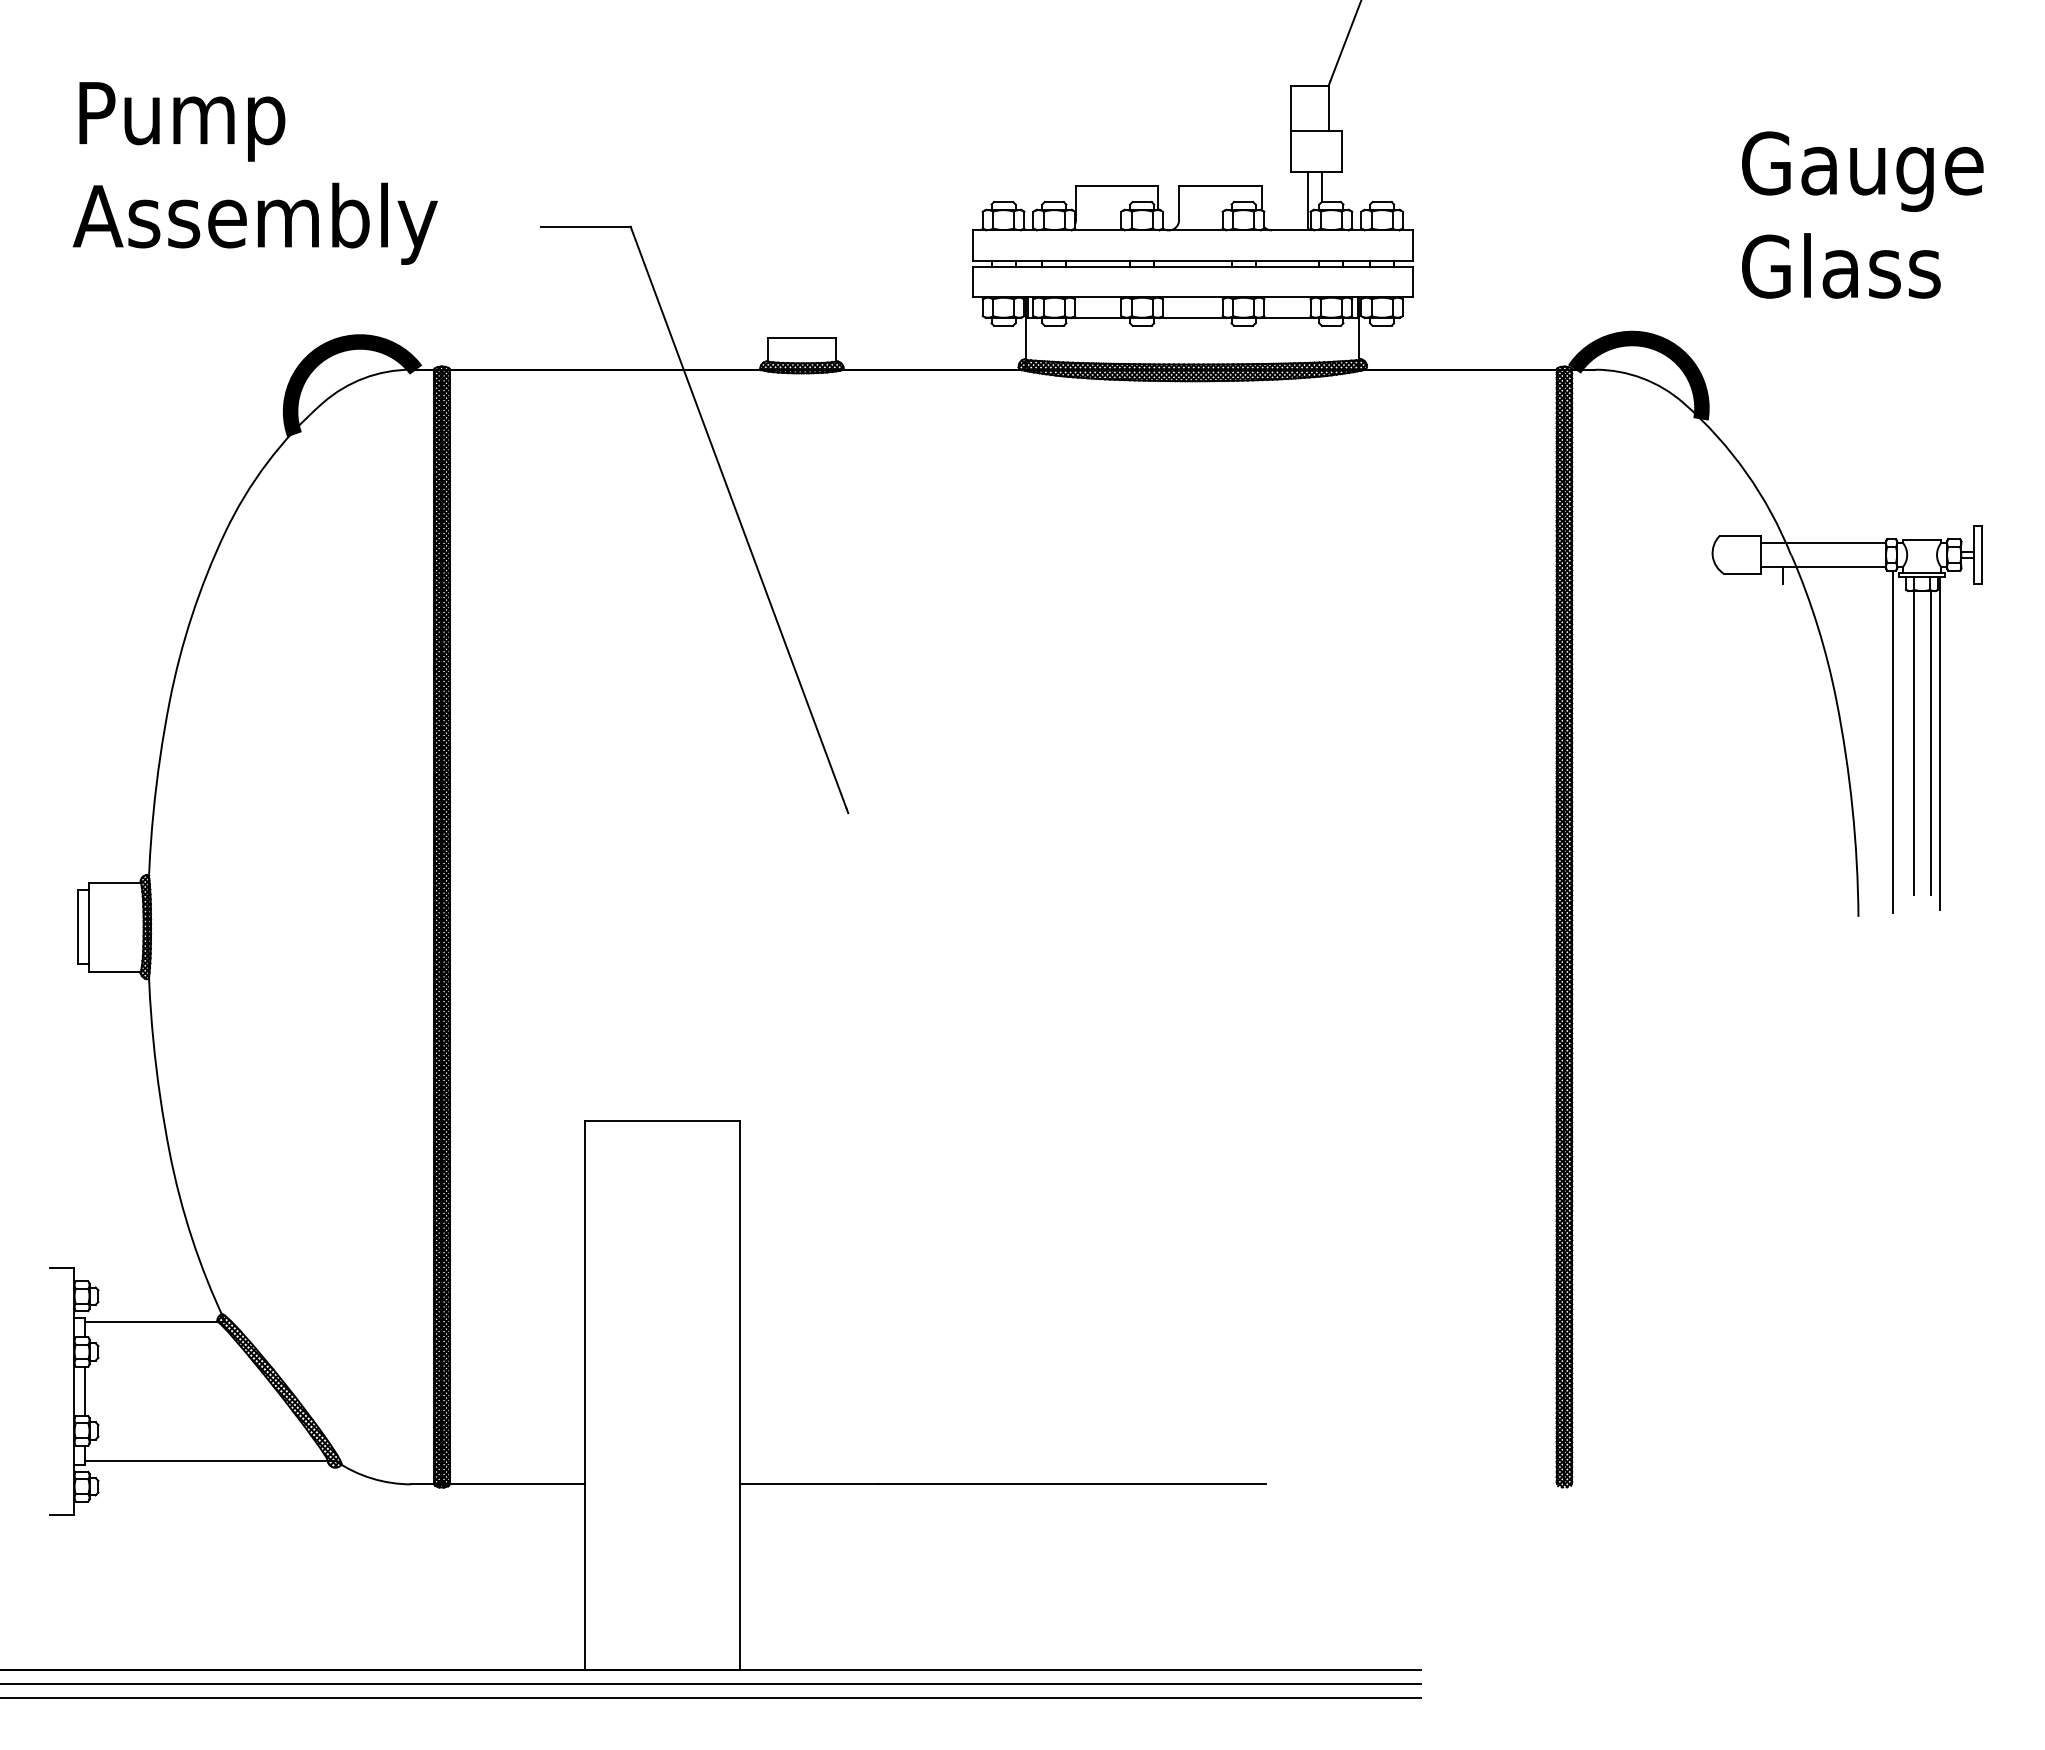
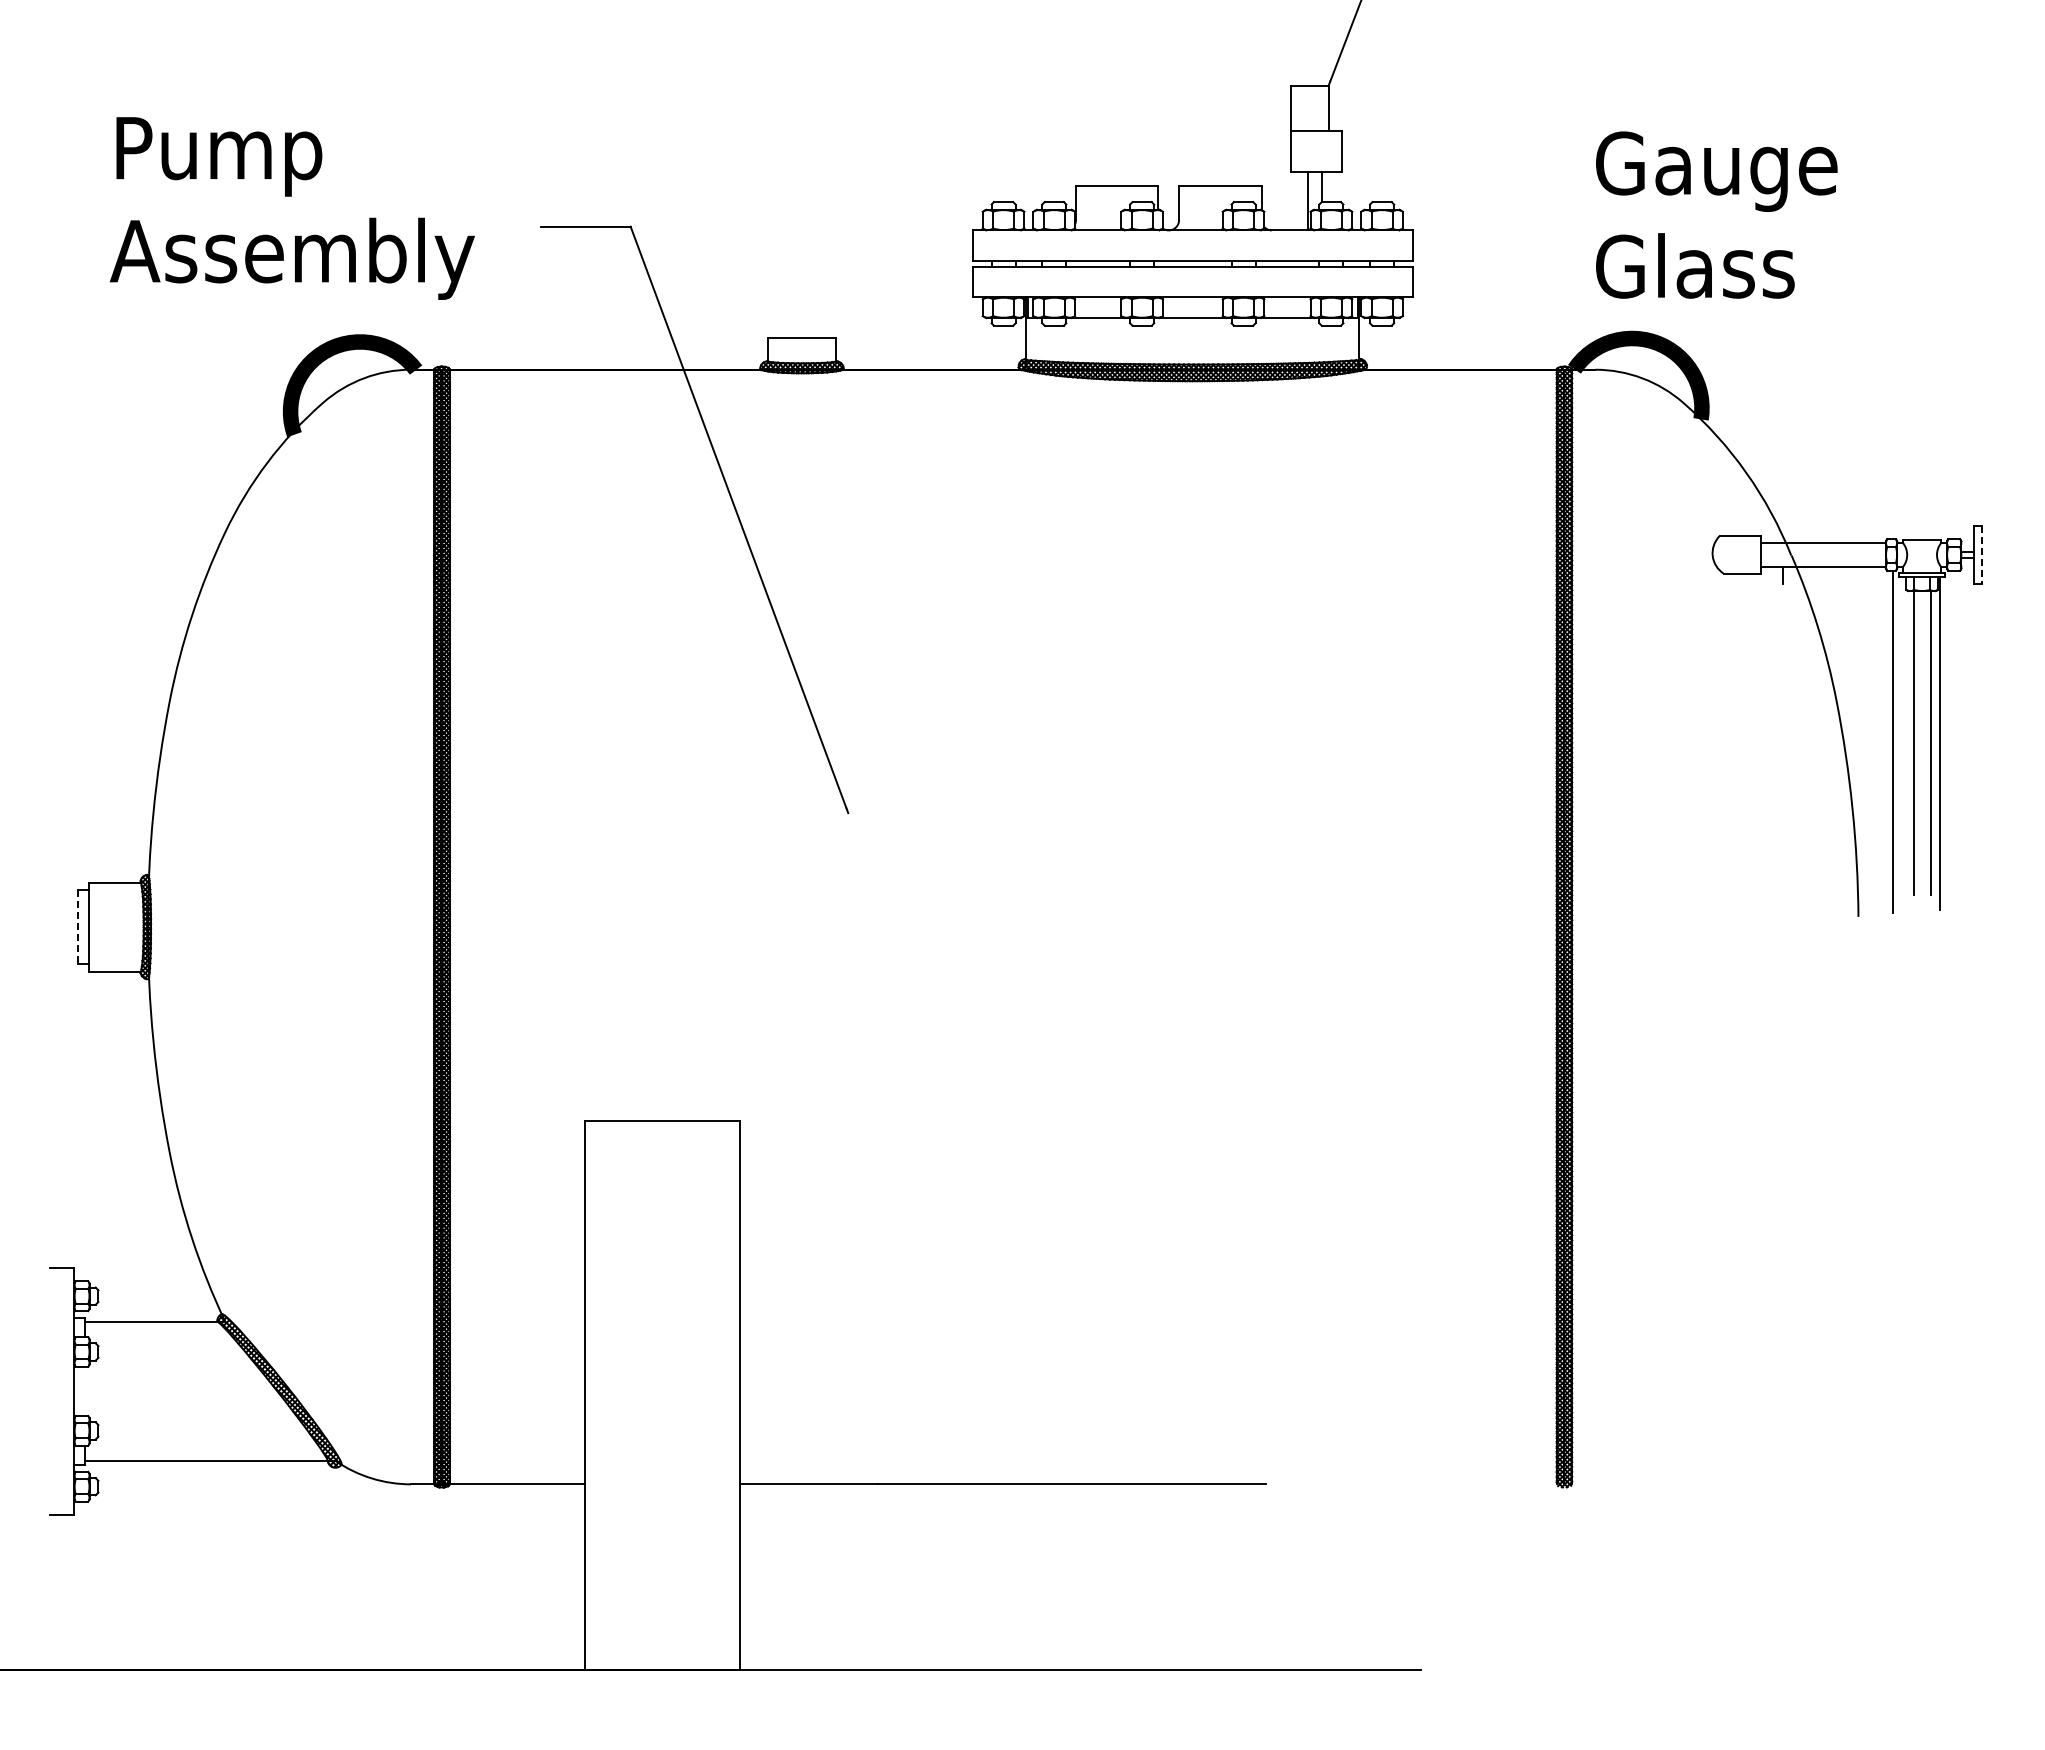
text at (255, 173) position: (255, 173) -> (292, 208)
text at (1862, 214) position: (1862, 214) -> (1716, 214)
line at (1981, 555): solid -> dashed
line at (78, 927): solid -> dashed
line at (84, 1391): present -> none
line at (711, 1683): present -> none
line at (711, 1697): present -> none
